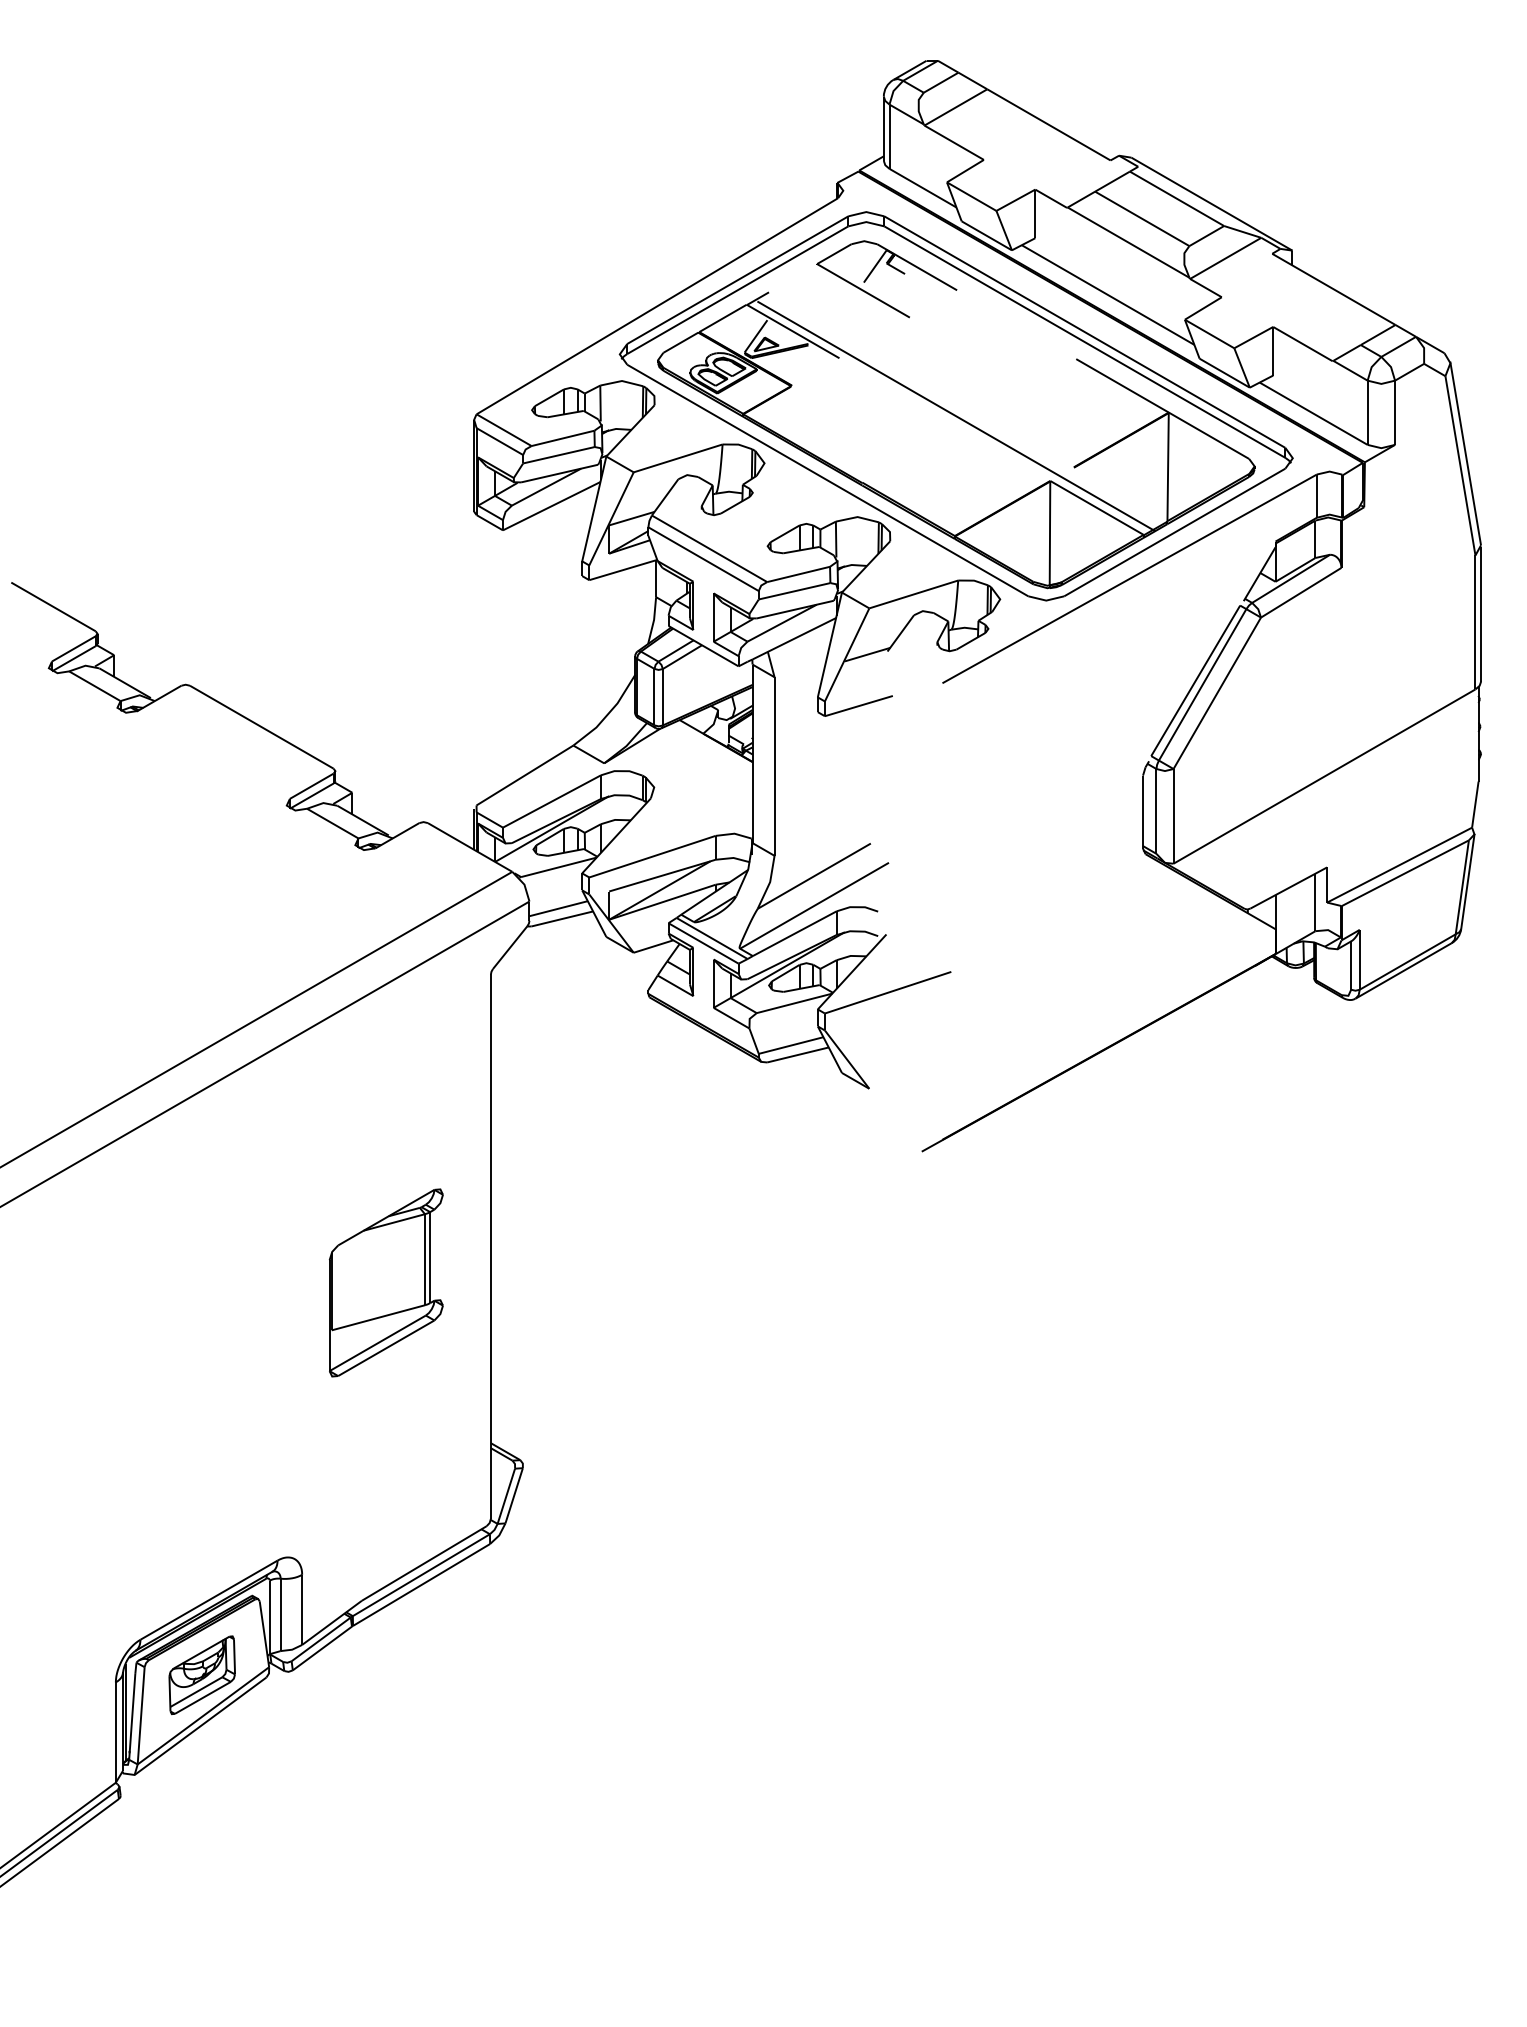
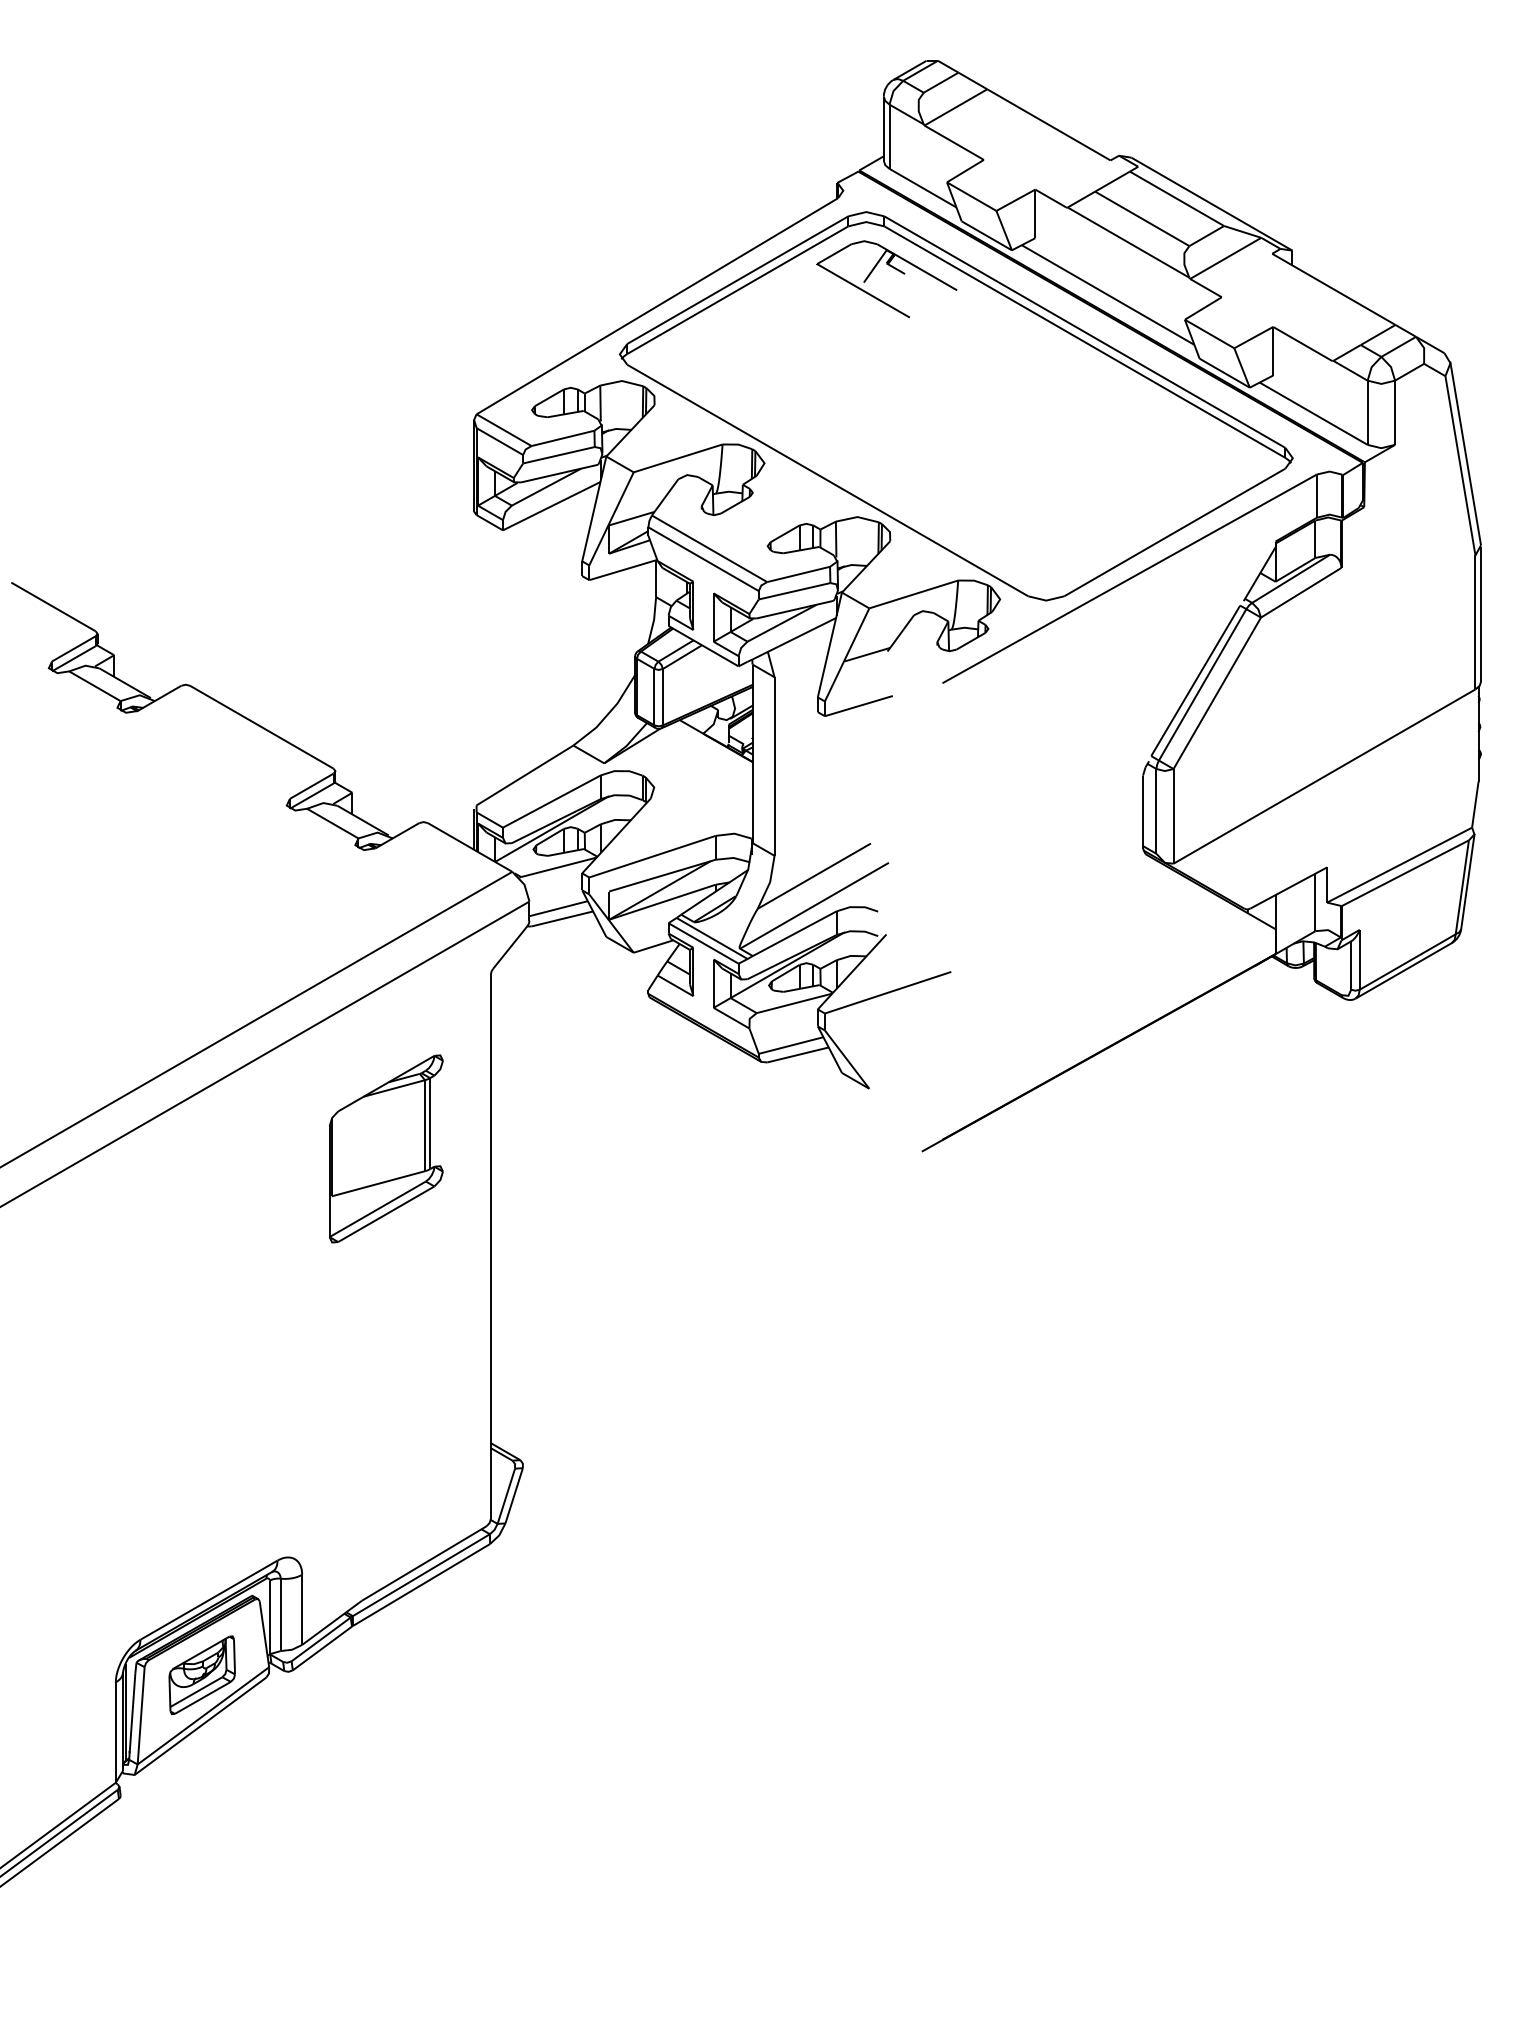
part at (956, 440): present -> none
part at (385, 1282) position: (385, 1282) -> (385, 1148)
